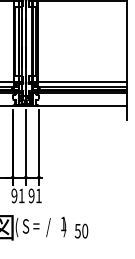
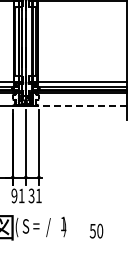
line at (77, 105): solid -> dashed
text at (31, 196): 91 -> 31
text at (81, 230) position: (81, 230) -> (96, 230)
